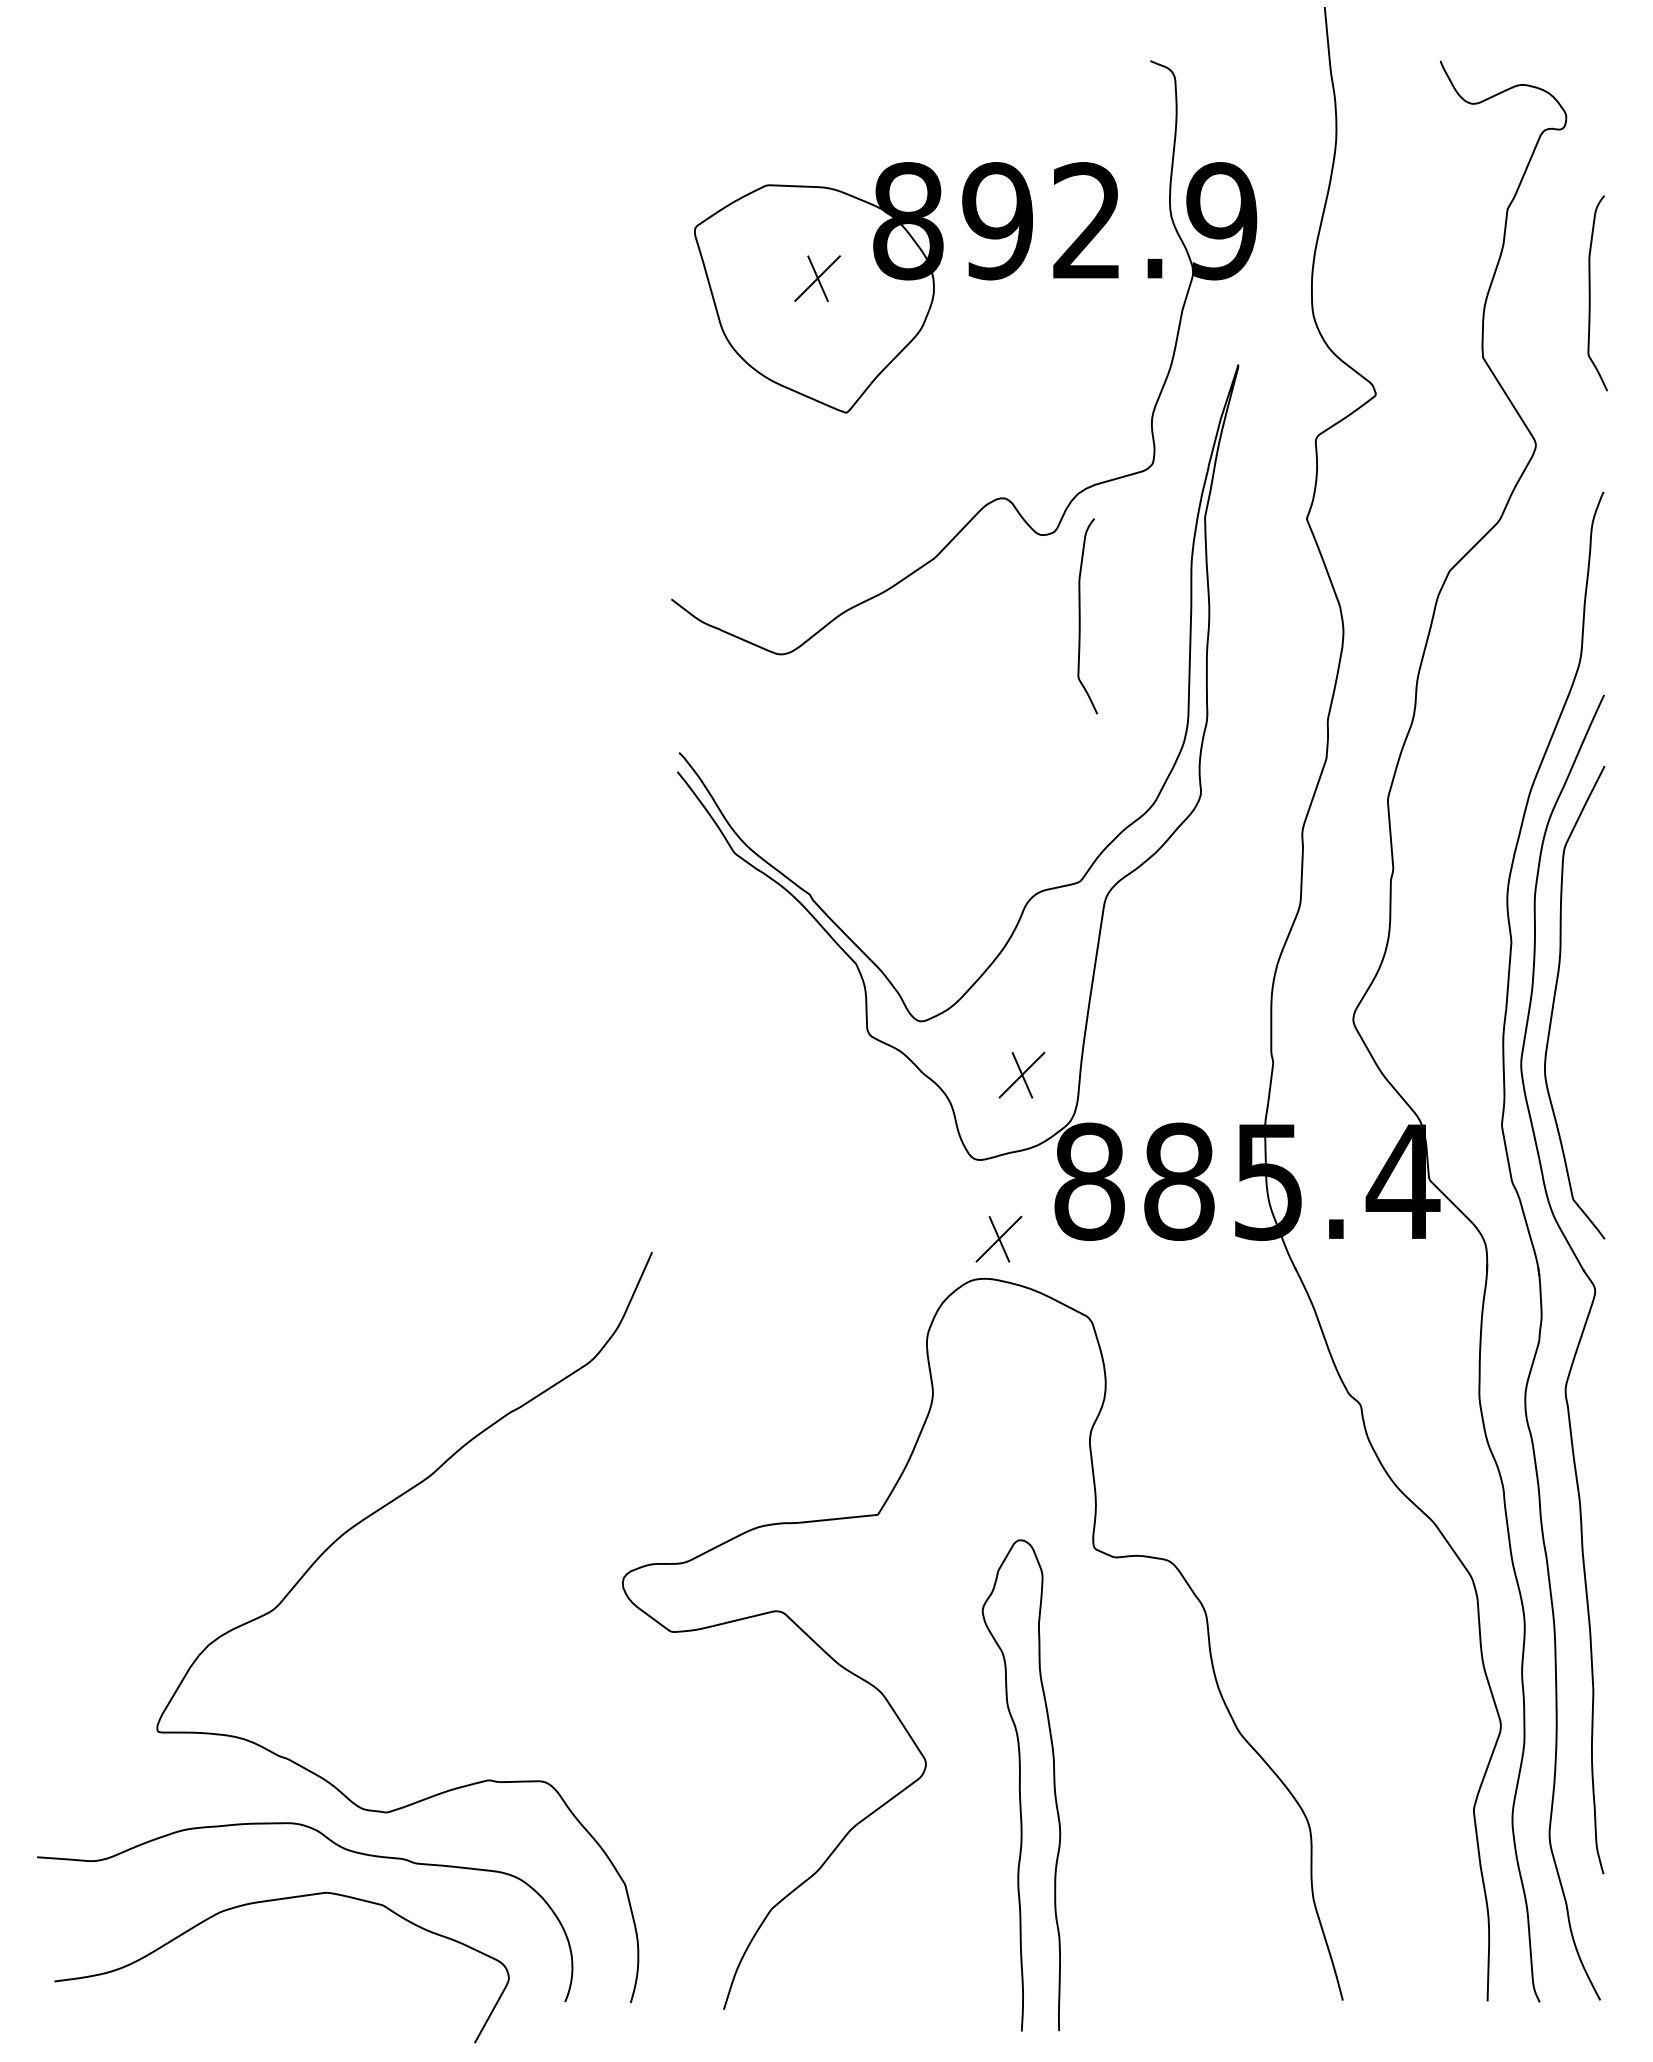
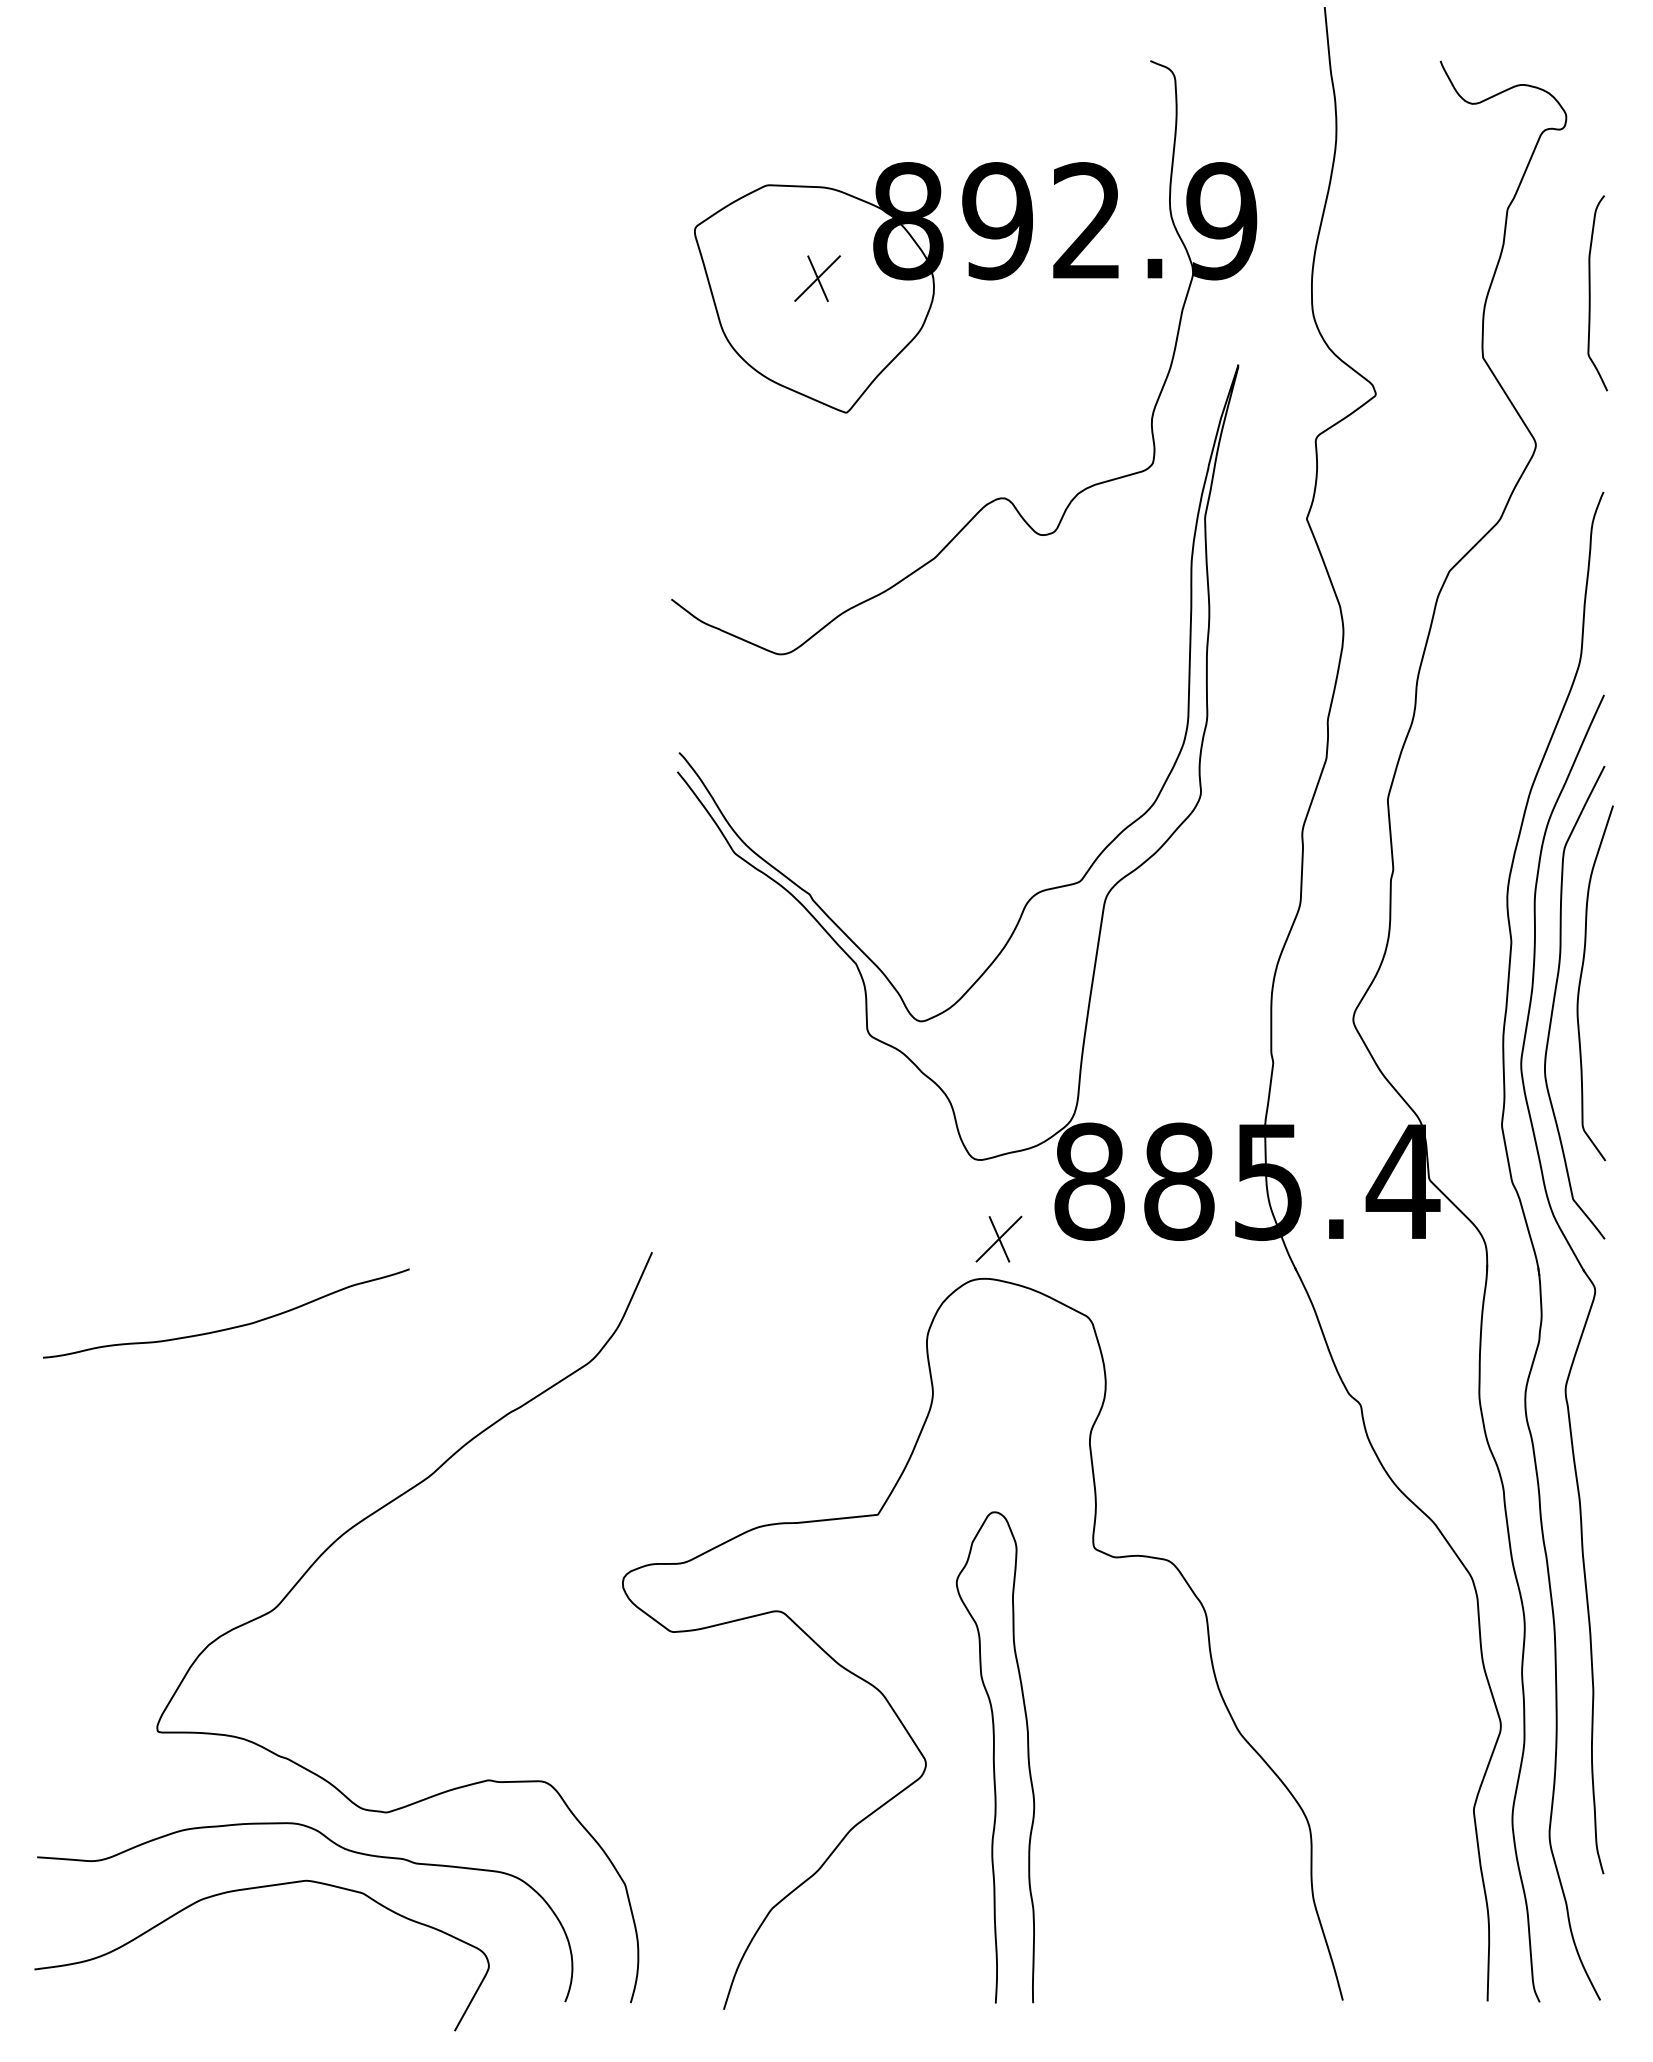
curve at (1080, 616): present -> none
curve at (1581, 980): none -> present
part at (1021, 1074): present -> none
curve at (229, 1327): none -> present
curve at (1020, 1785) position: (1020, 1785) -> (994, 1757)
curve at (272, 1901) position: (272, 1901) -> (252, 1889)
